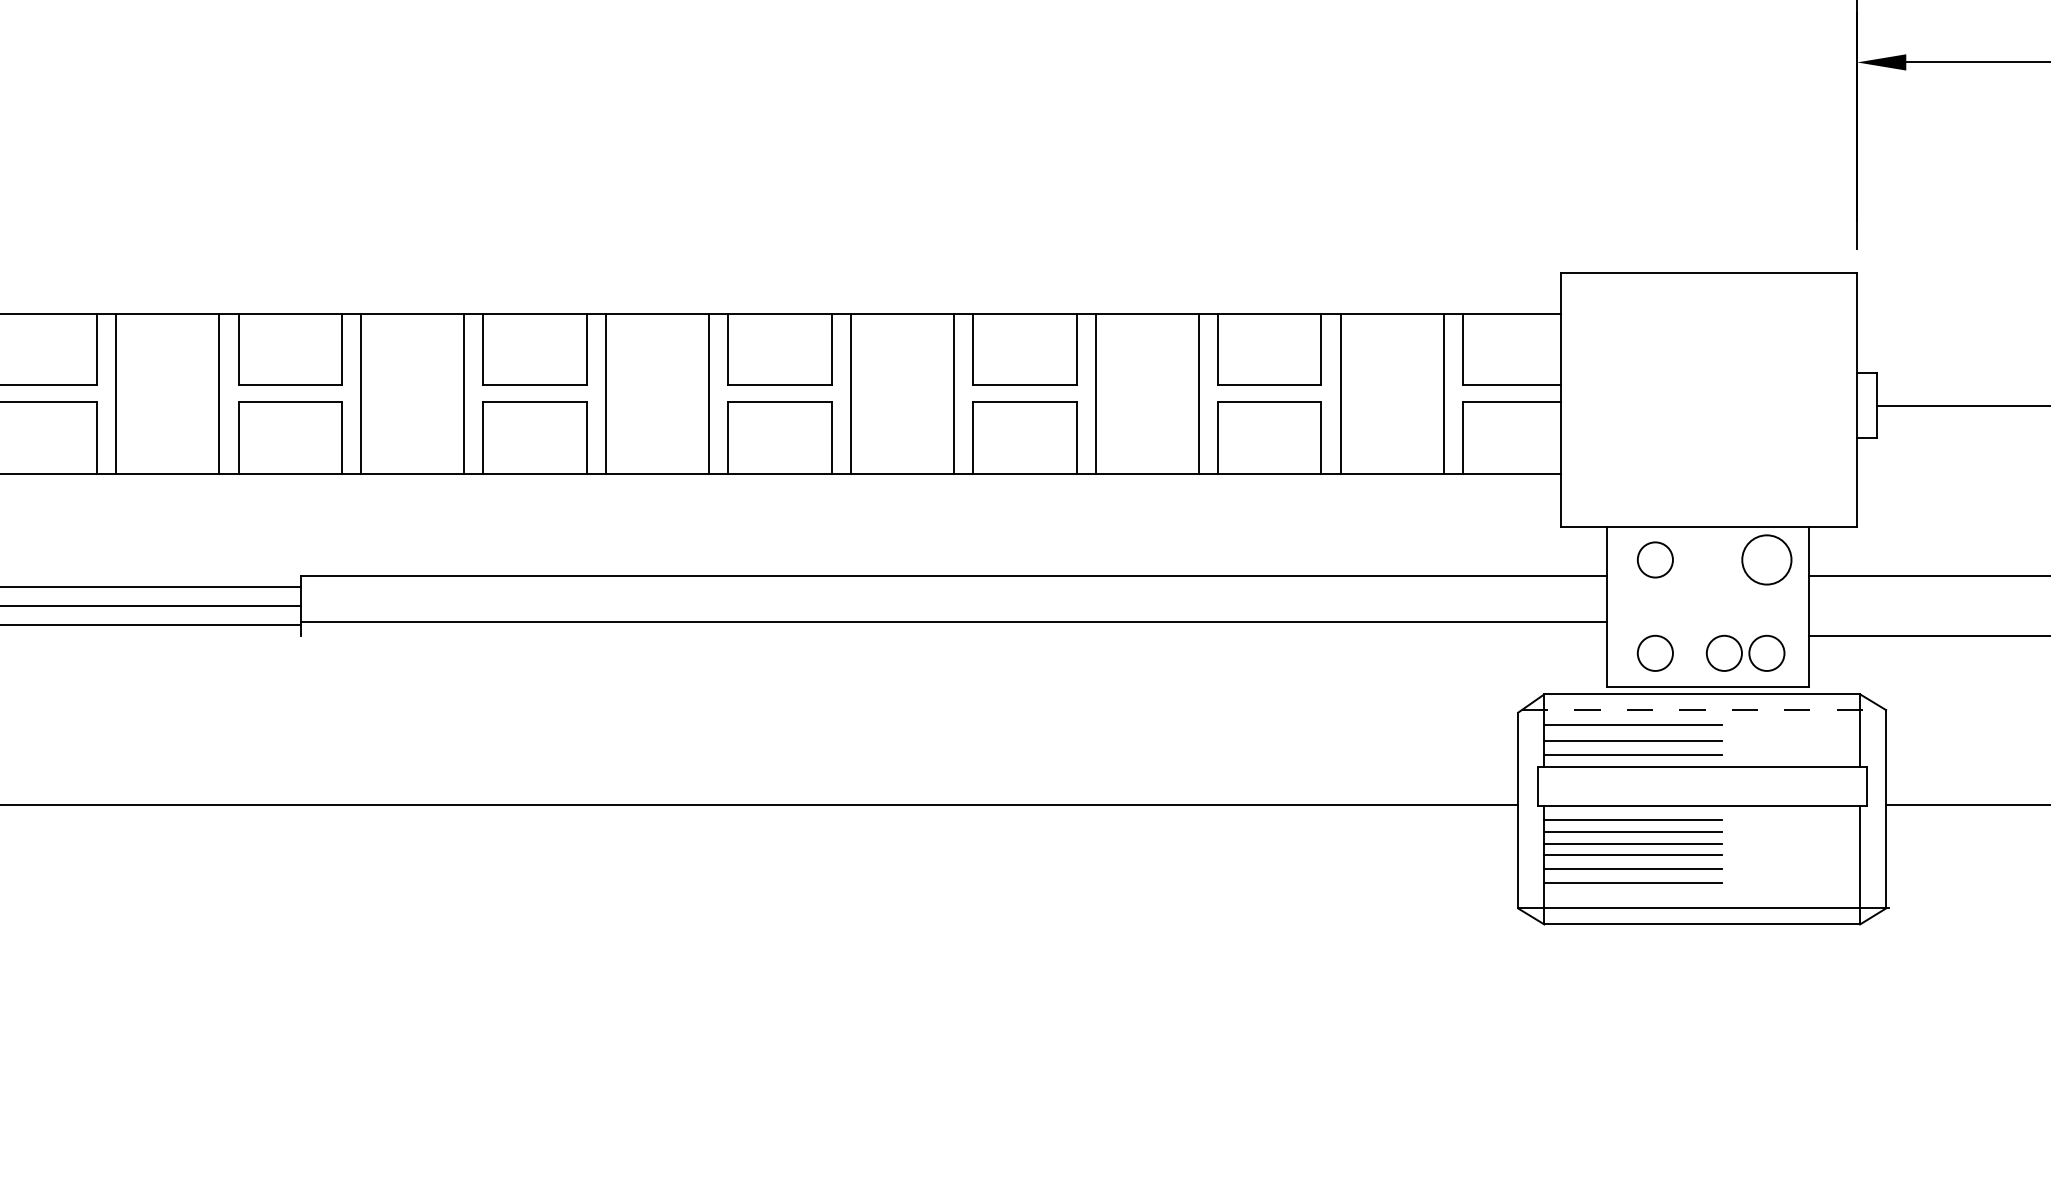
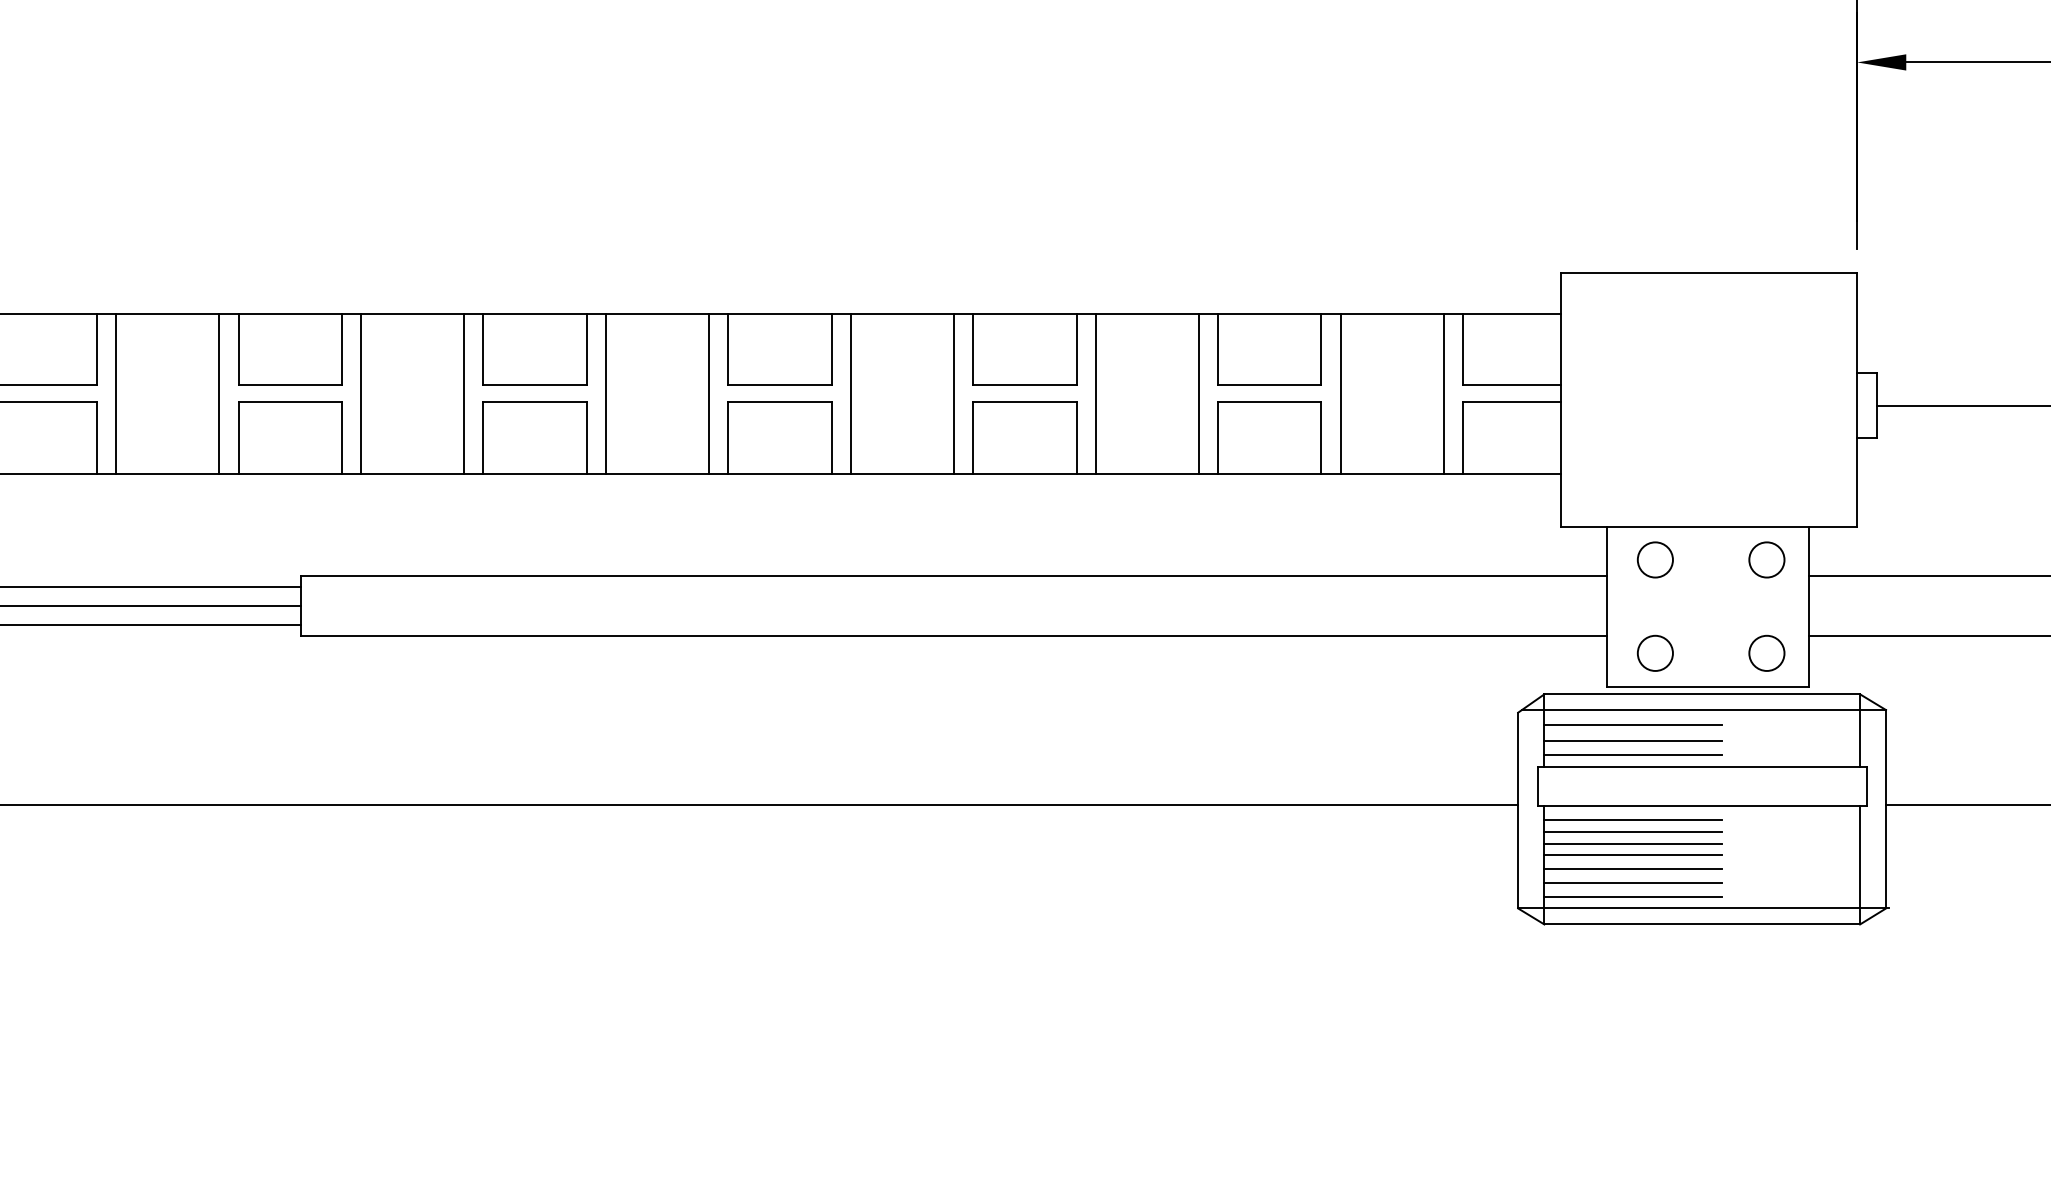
circle at (1766, 559) size: 52x52 px -> 38x38 px
line at (954, 621) position: (954, 621) -> (954, 635)
circle at (1723, 652): present -> none
line at (1704, 710): dashed -> solid
line at (1633, 897): none -> present
